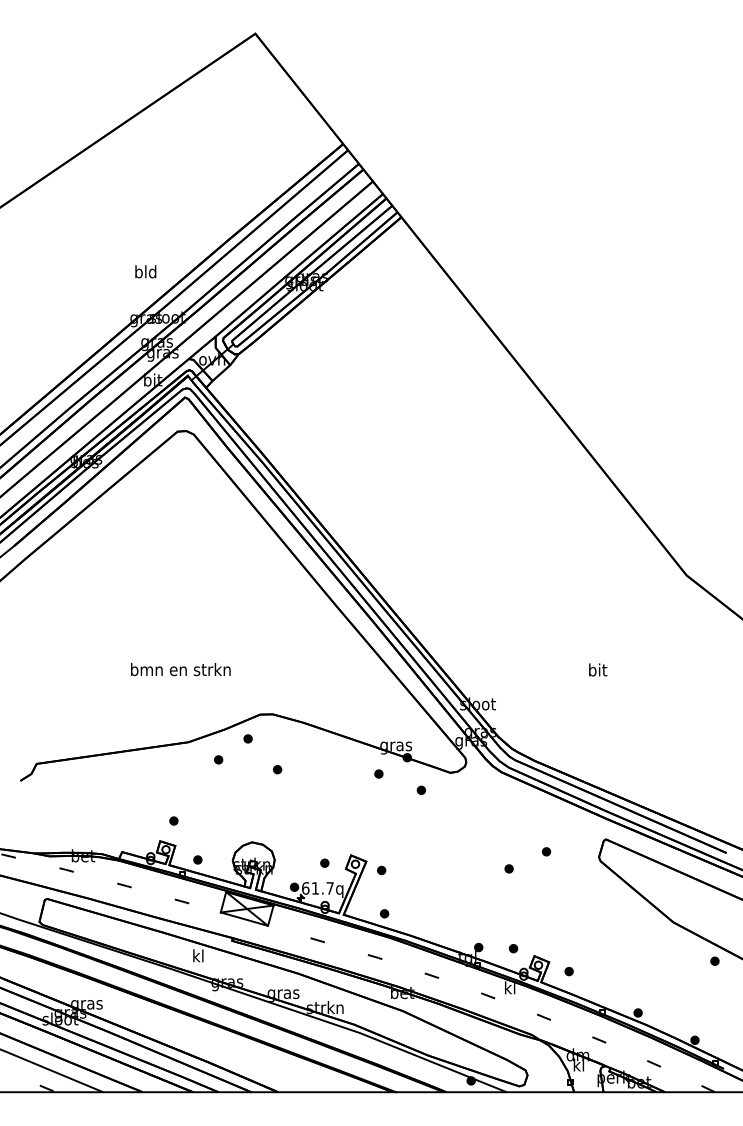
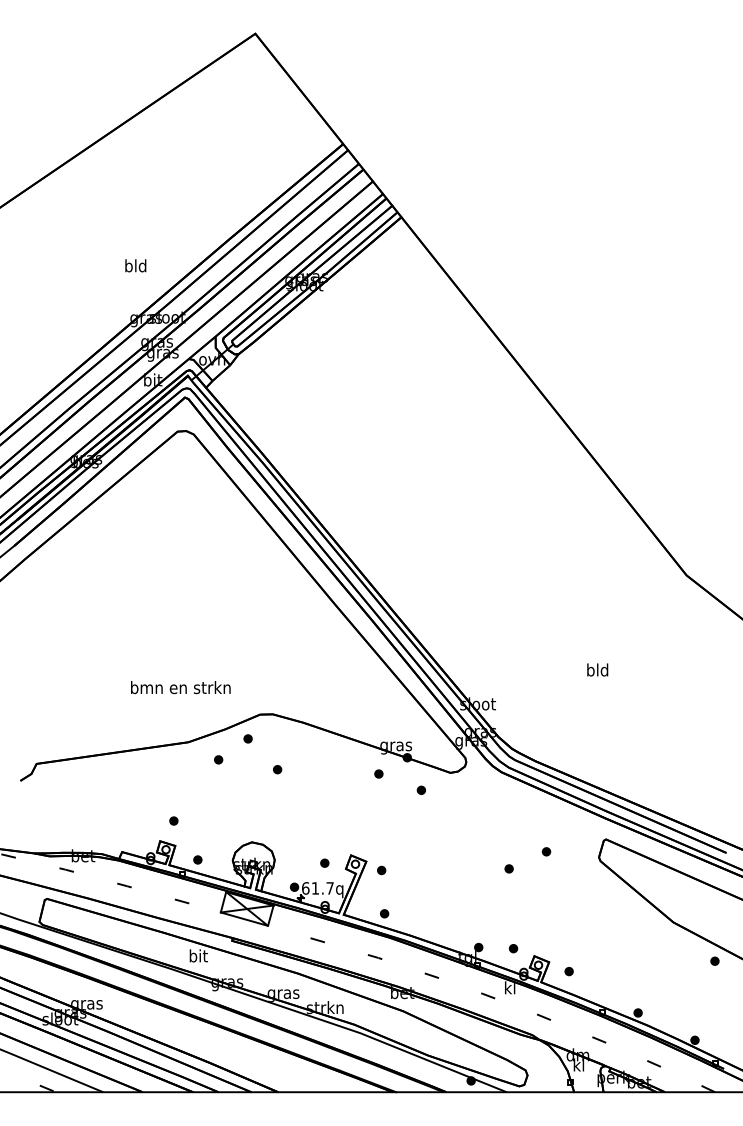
text at (145, 271) position: (145, 271) -> (135, 265)
text at (180, 669) position: (180, 669) -> (180, 687)
text at (597, 669): bit -> bld
text at (198, 955): kl -> bit
